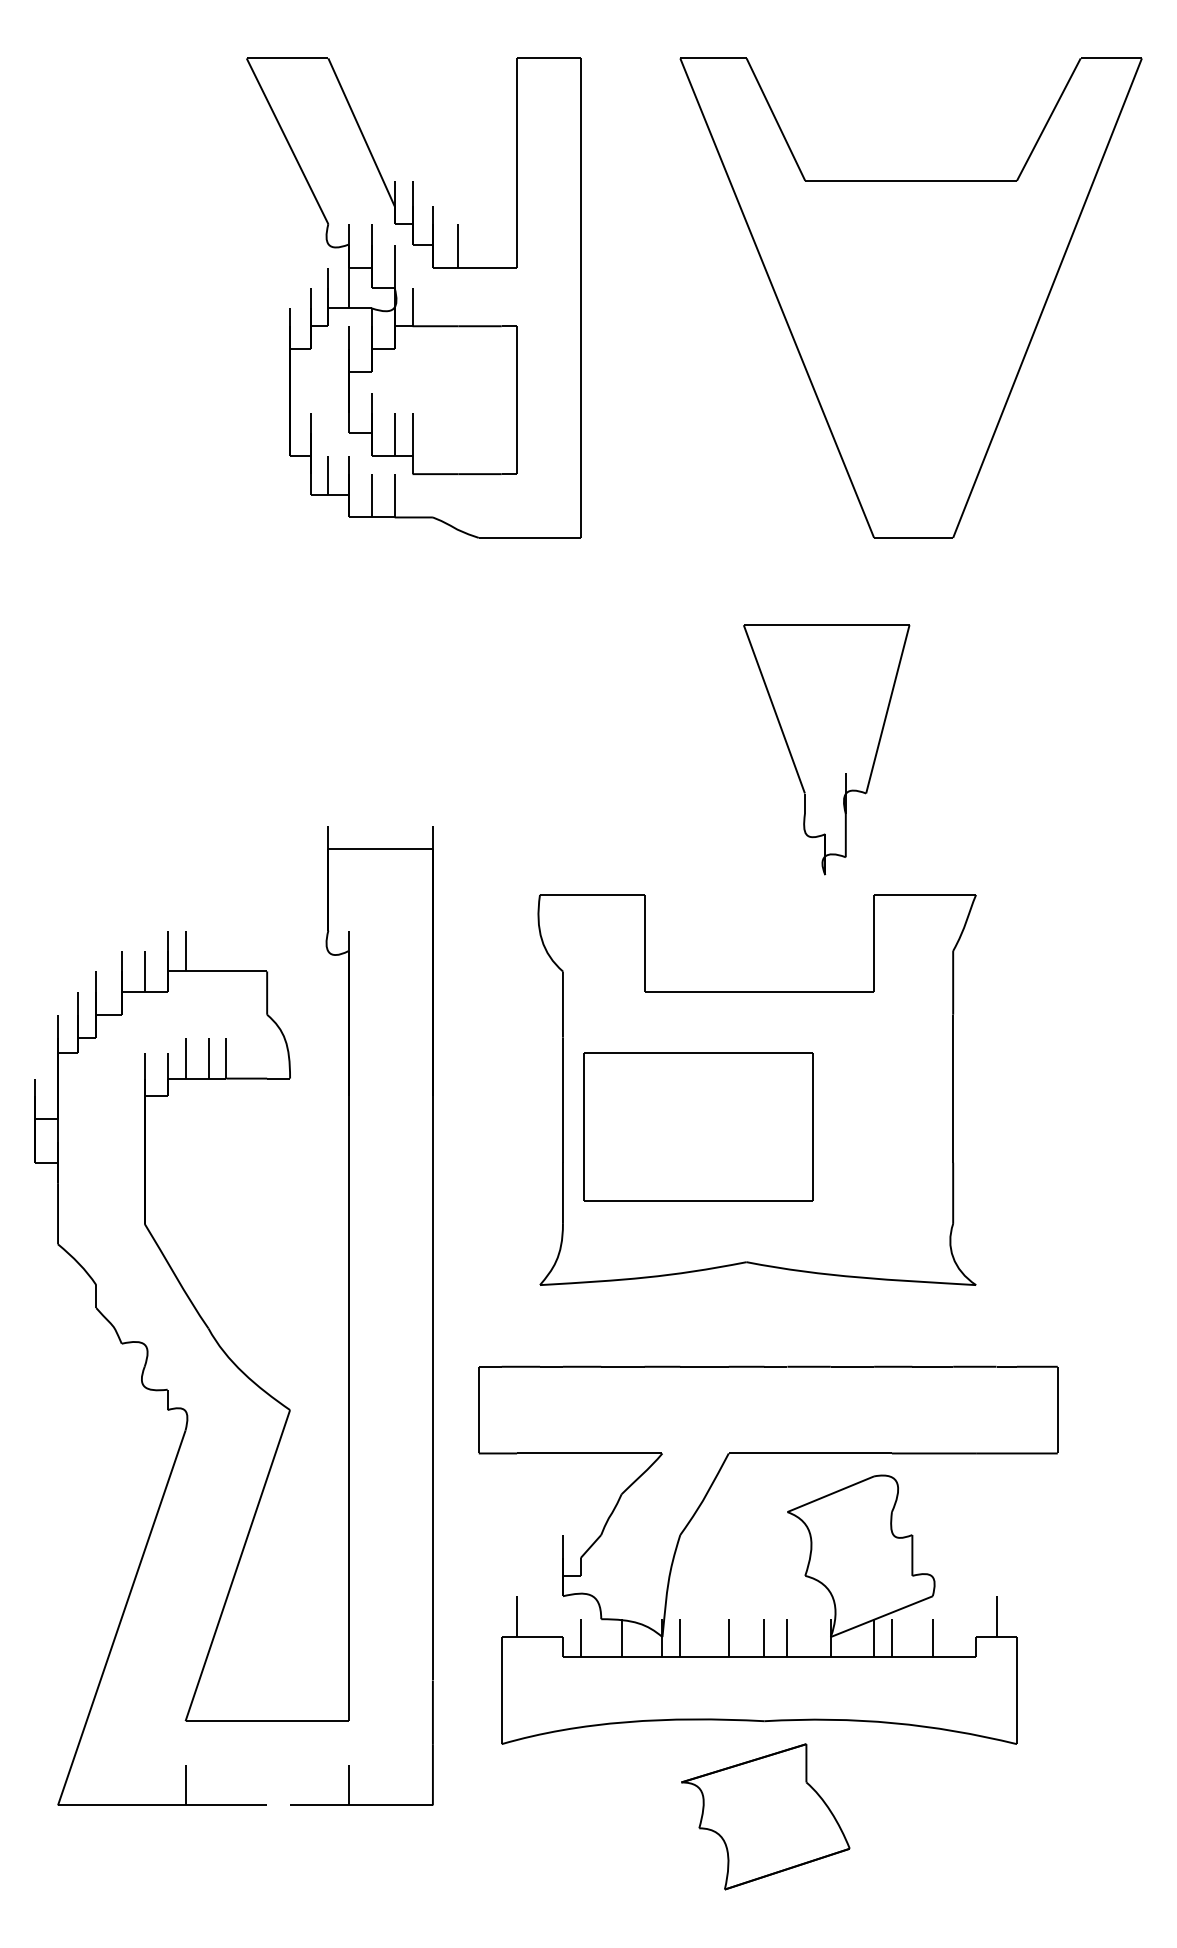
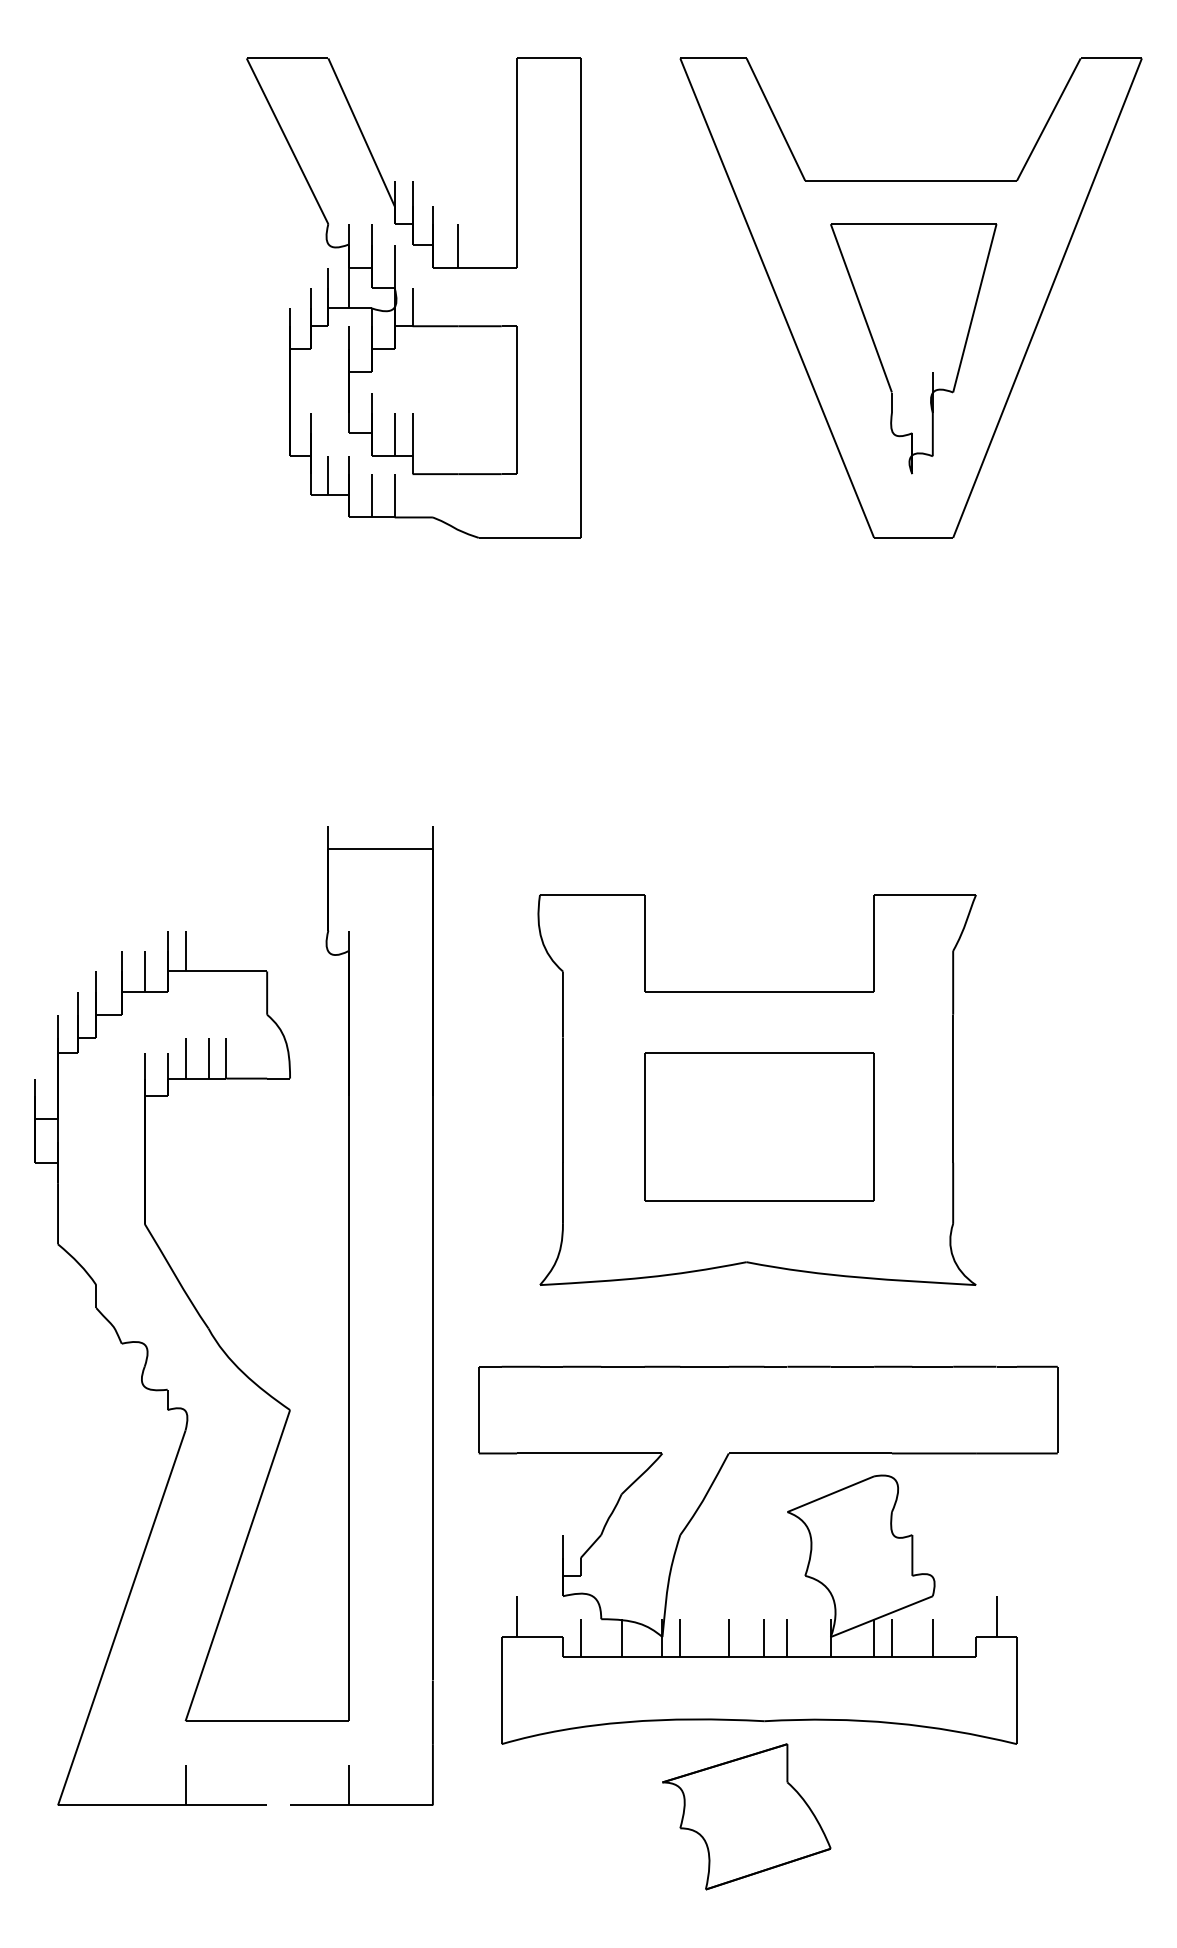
part at (826, 749) position: (826, 749) -> (913, 348)
part at (698, 1126) position: (698, 1126) -> (759, 1126)
part at (765, 1816) position: (765, 1816) -> (746, 1816)
